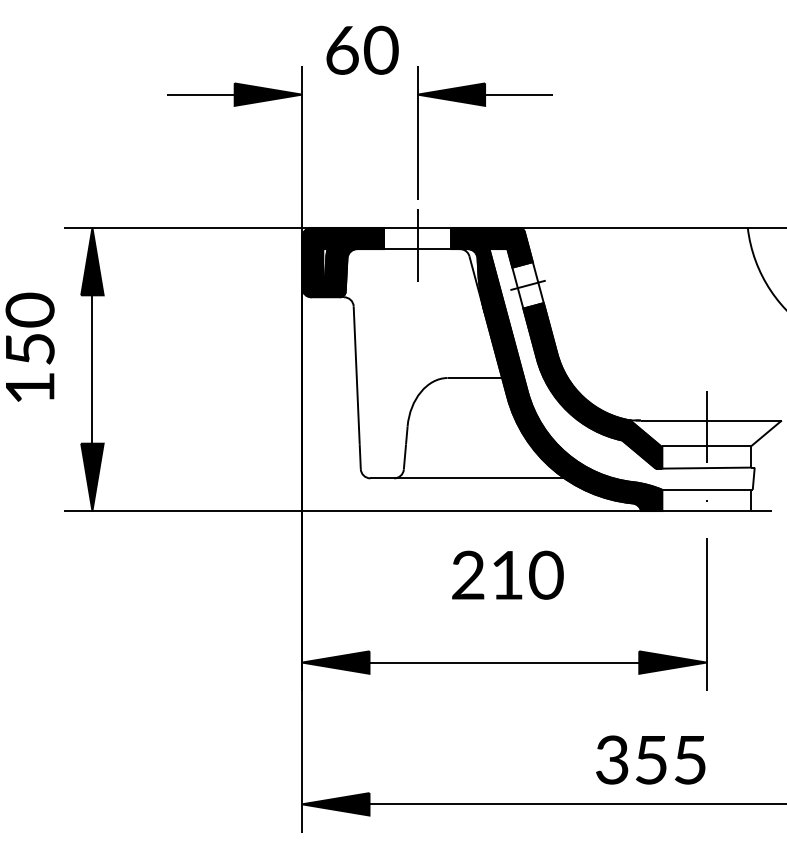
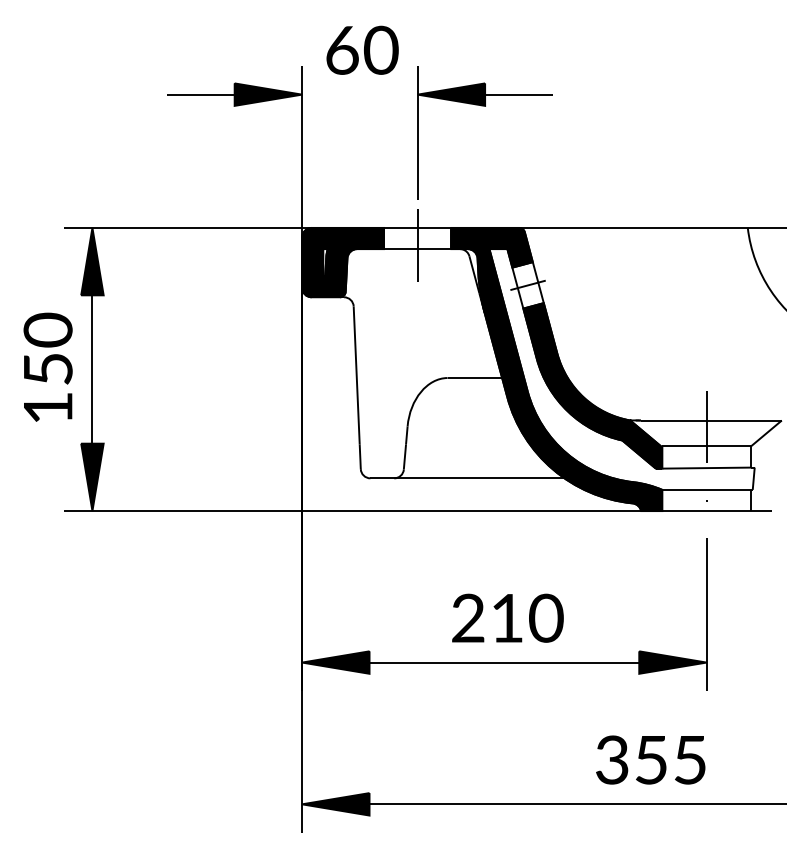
text at (29, 346) position: (29, 346) -> (47, 366)
text at (507, 574) position: (507, 574) -> (507, 617)
